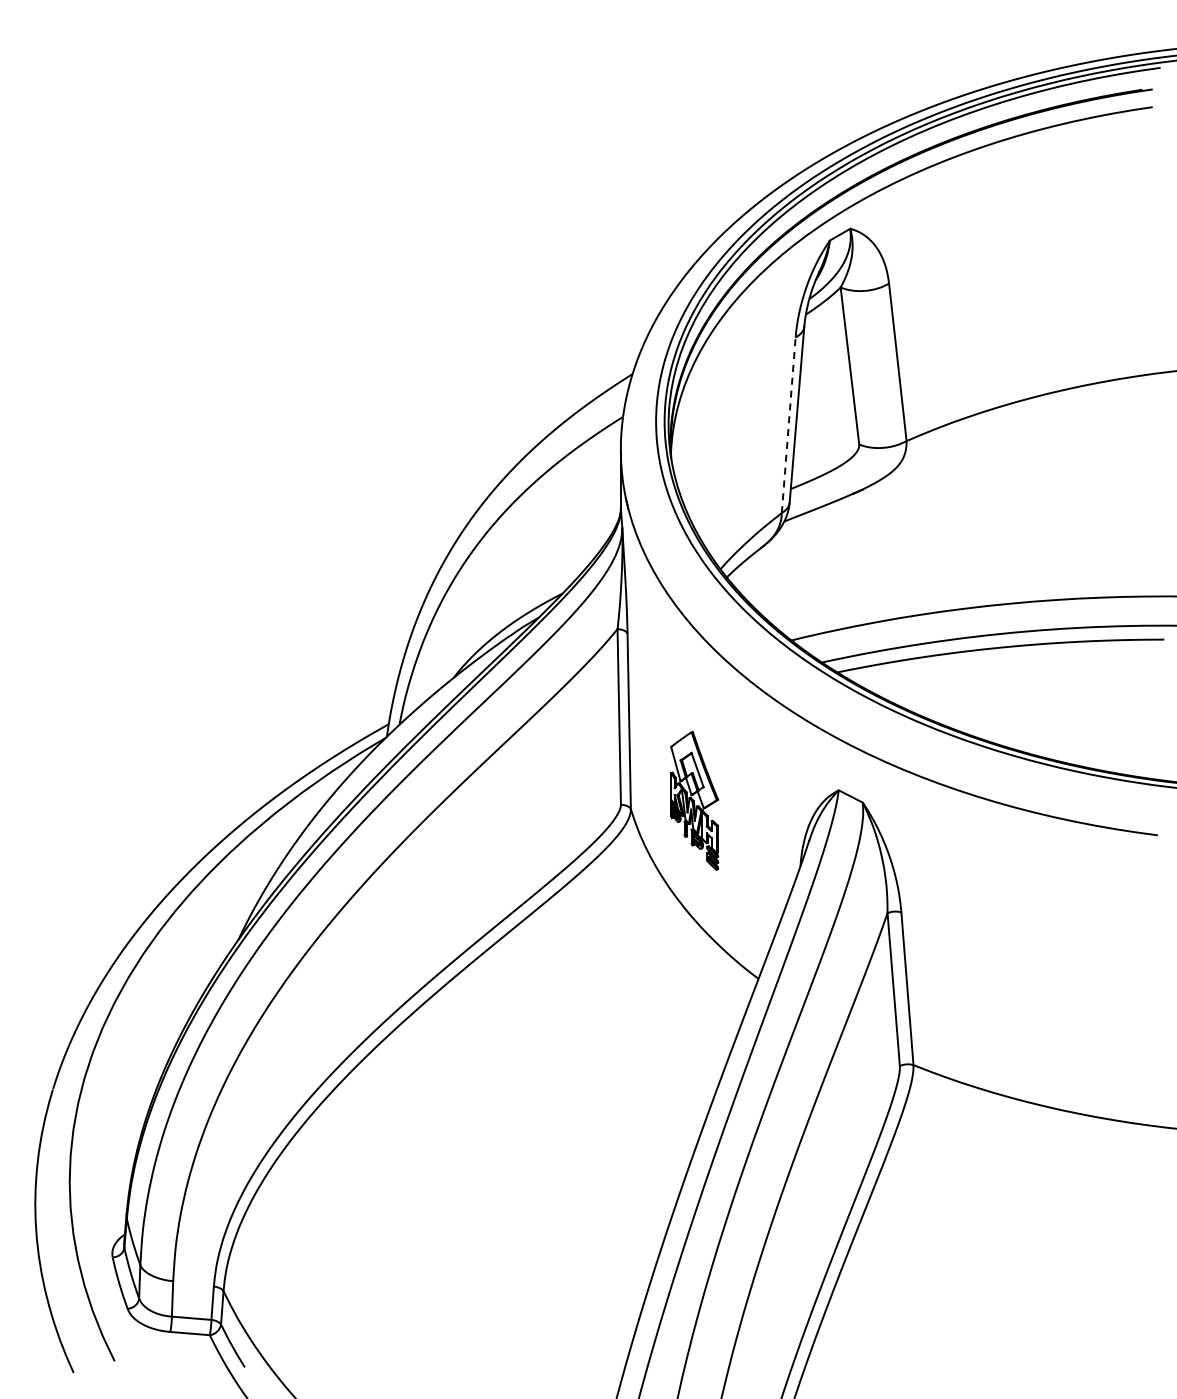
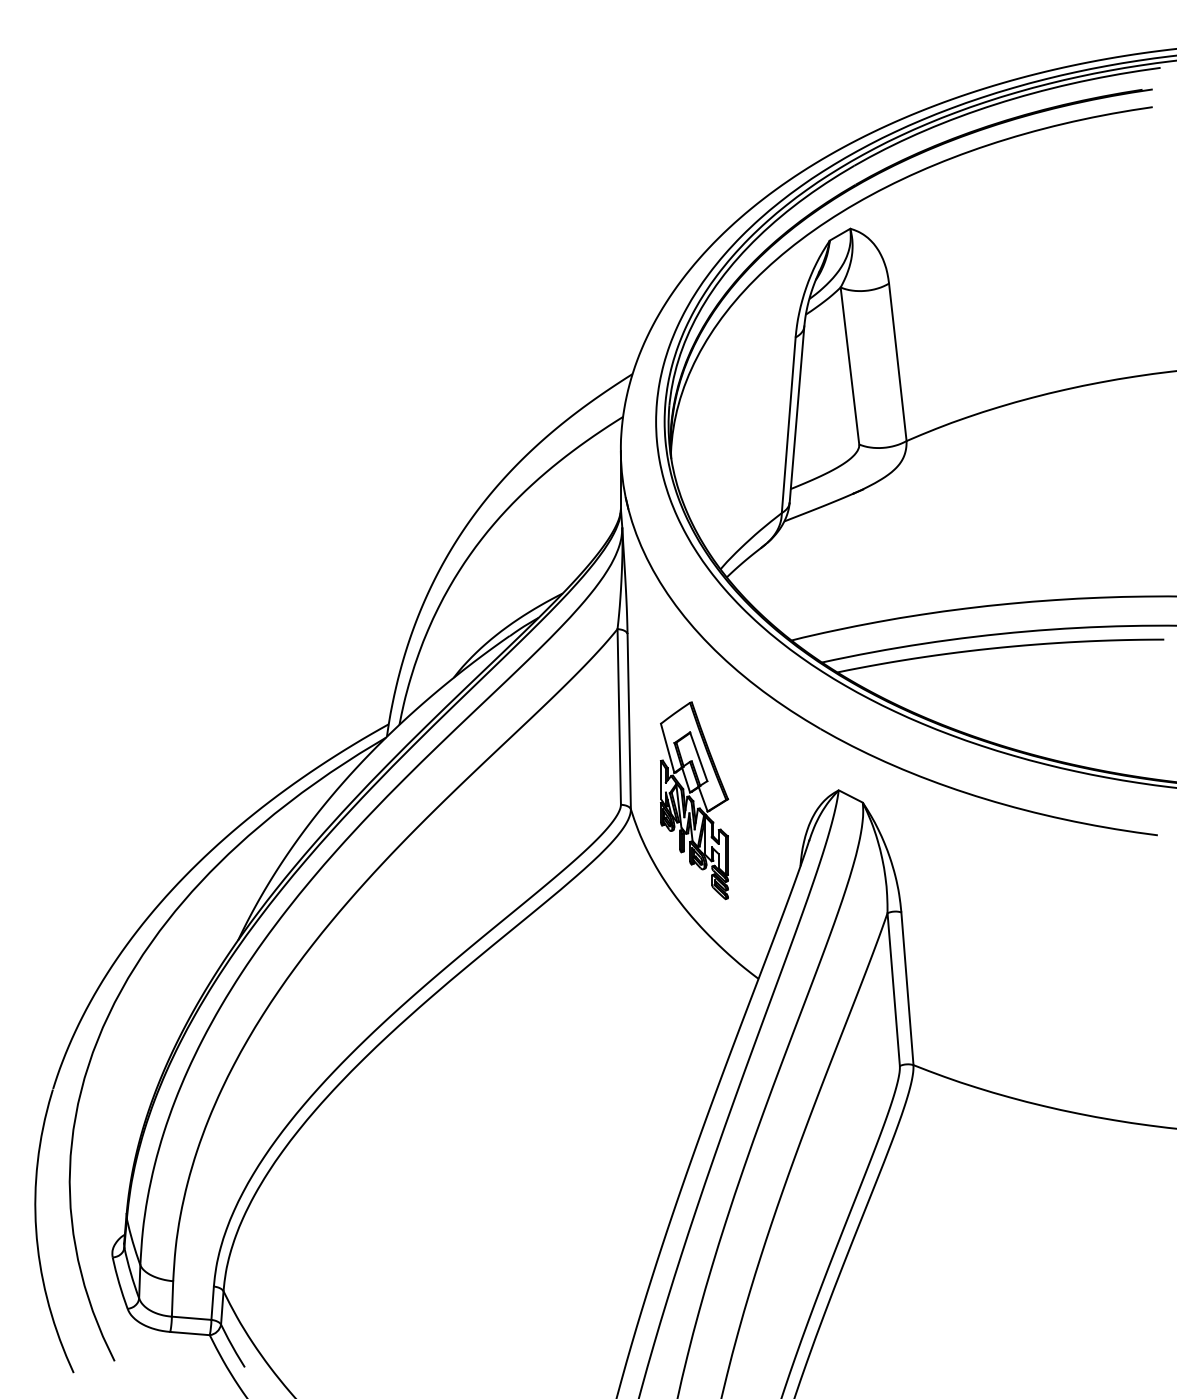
line at (788, 424): dashed -> solid
part at (694, 800) size: 50x140 px -> 70x200 px
